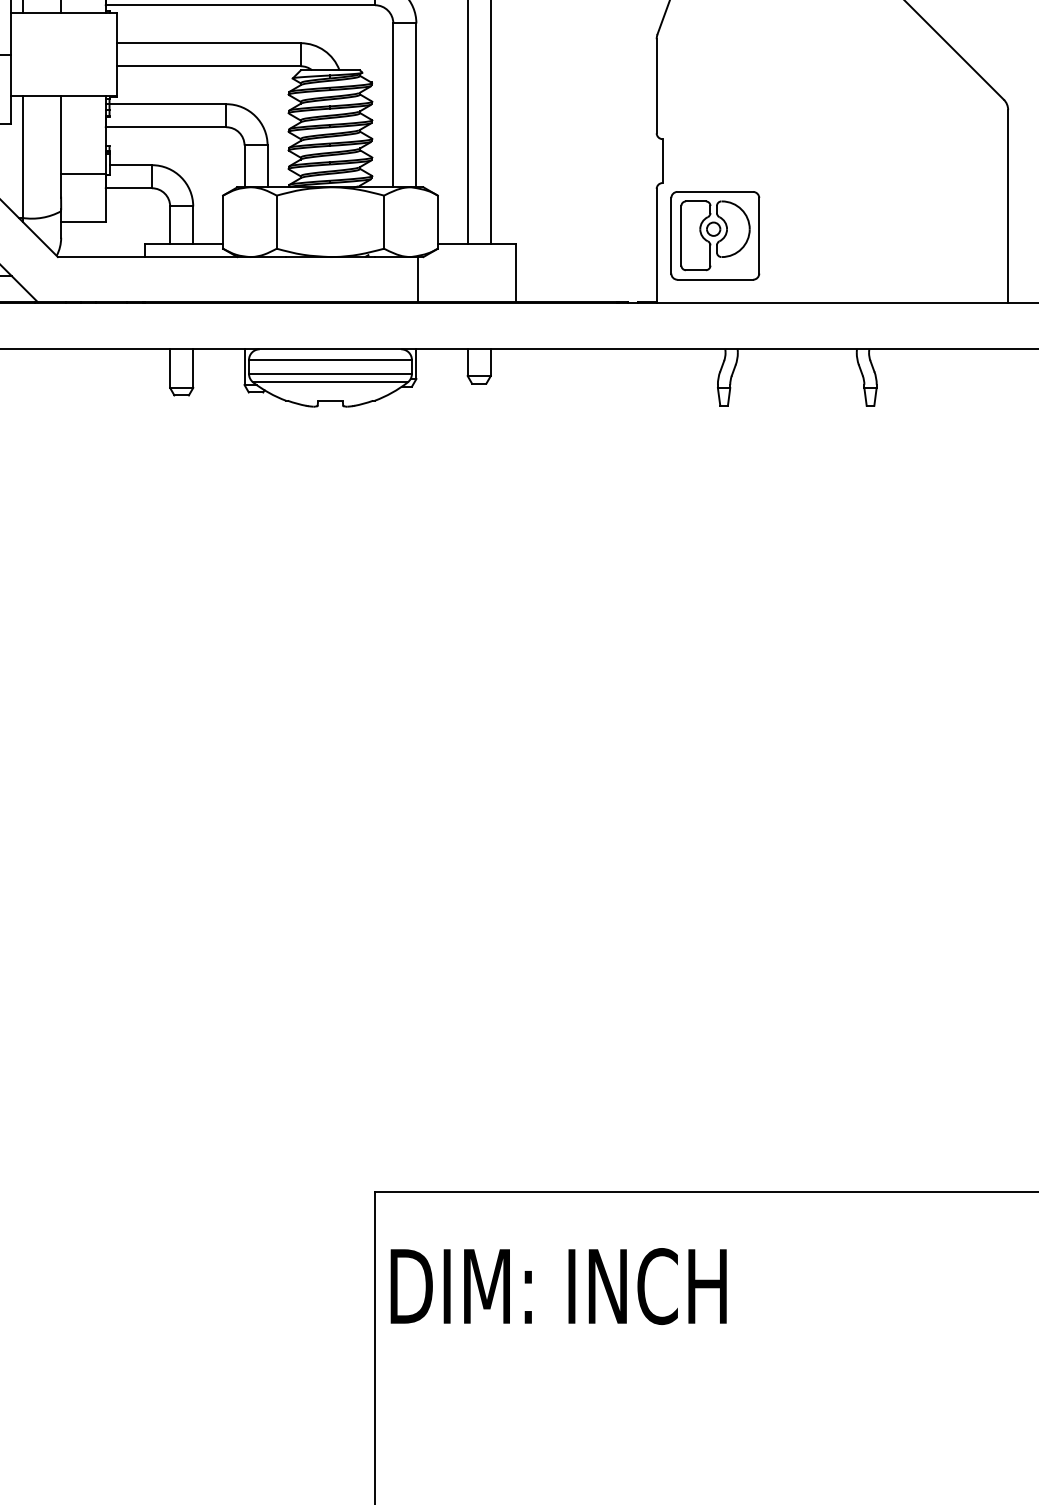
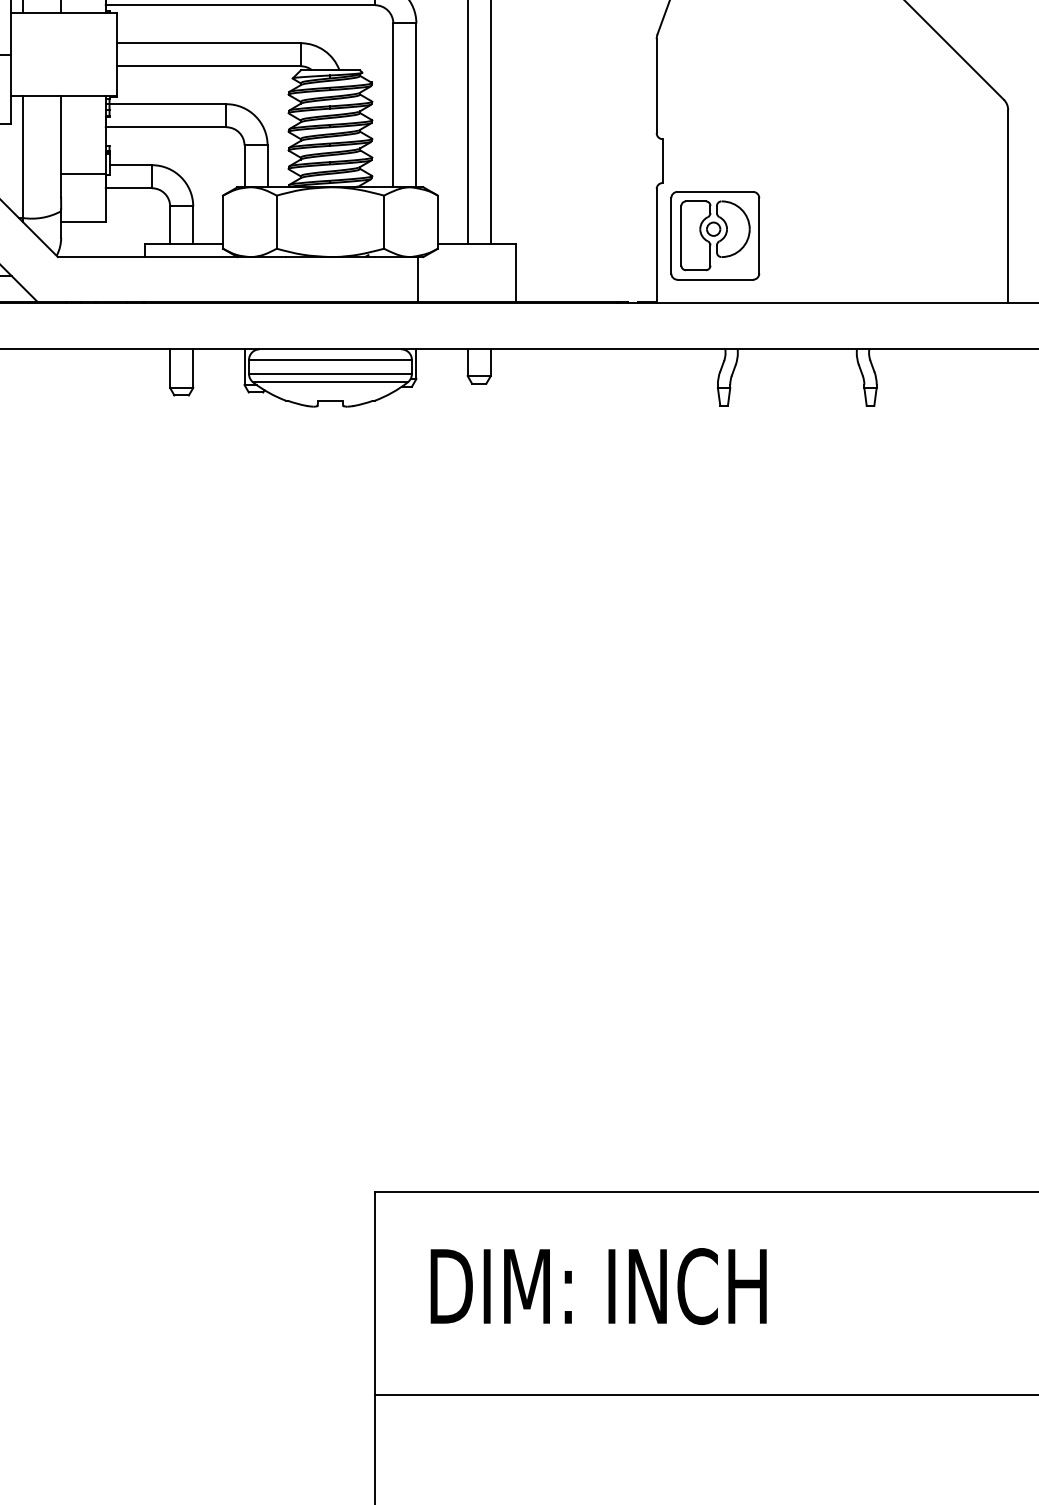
text at (558, 1286) position: (558, 1286) -> (598, 1286)
line at (704, 1394): none -> present
